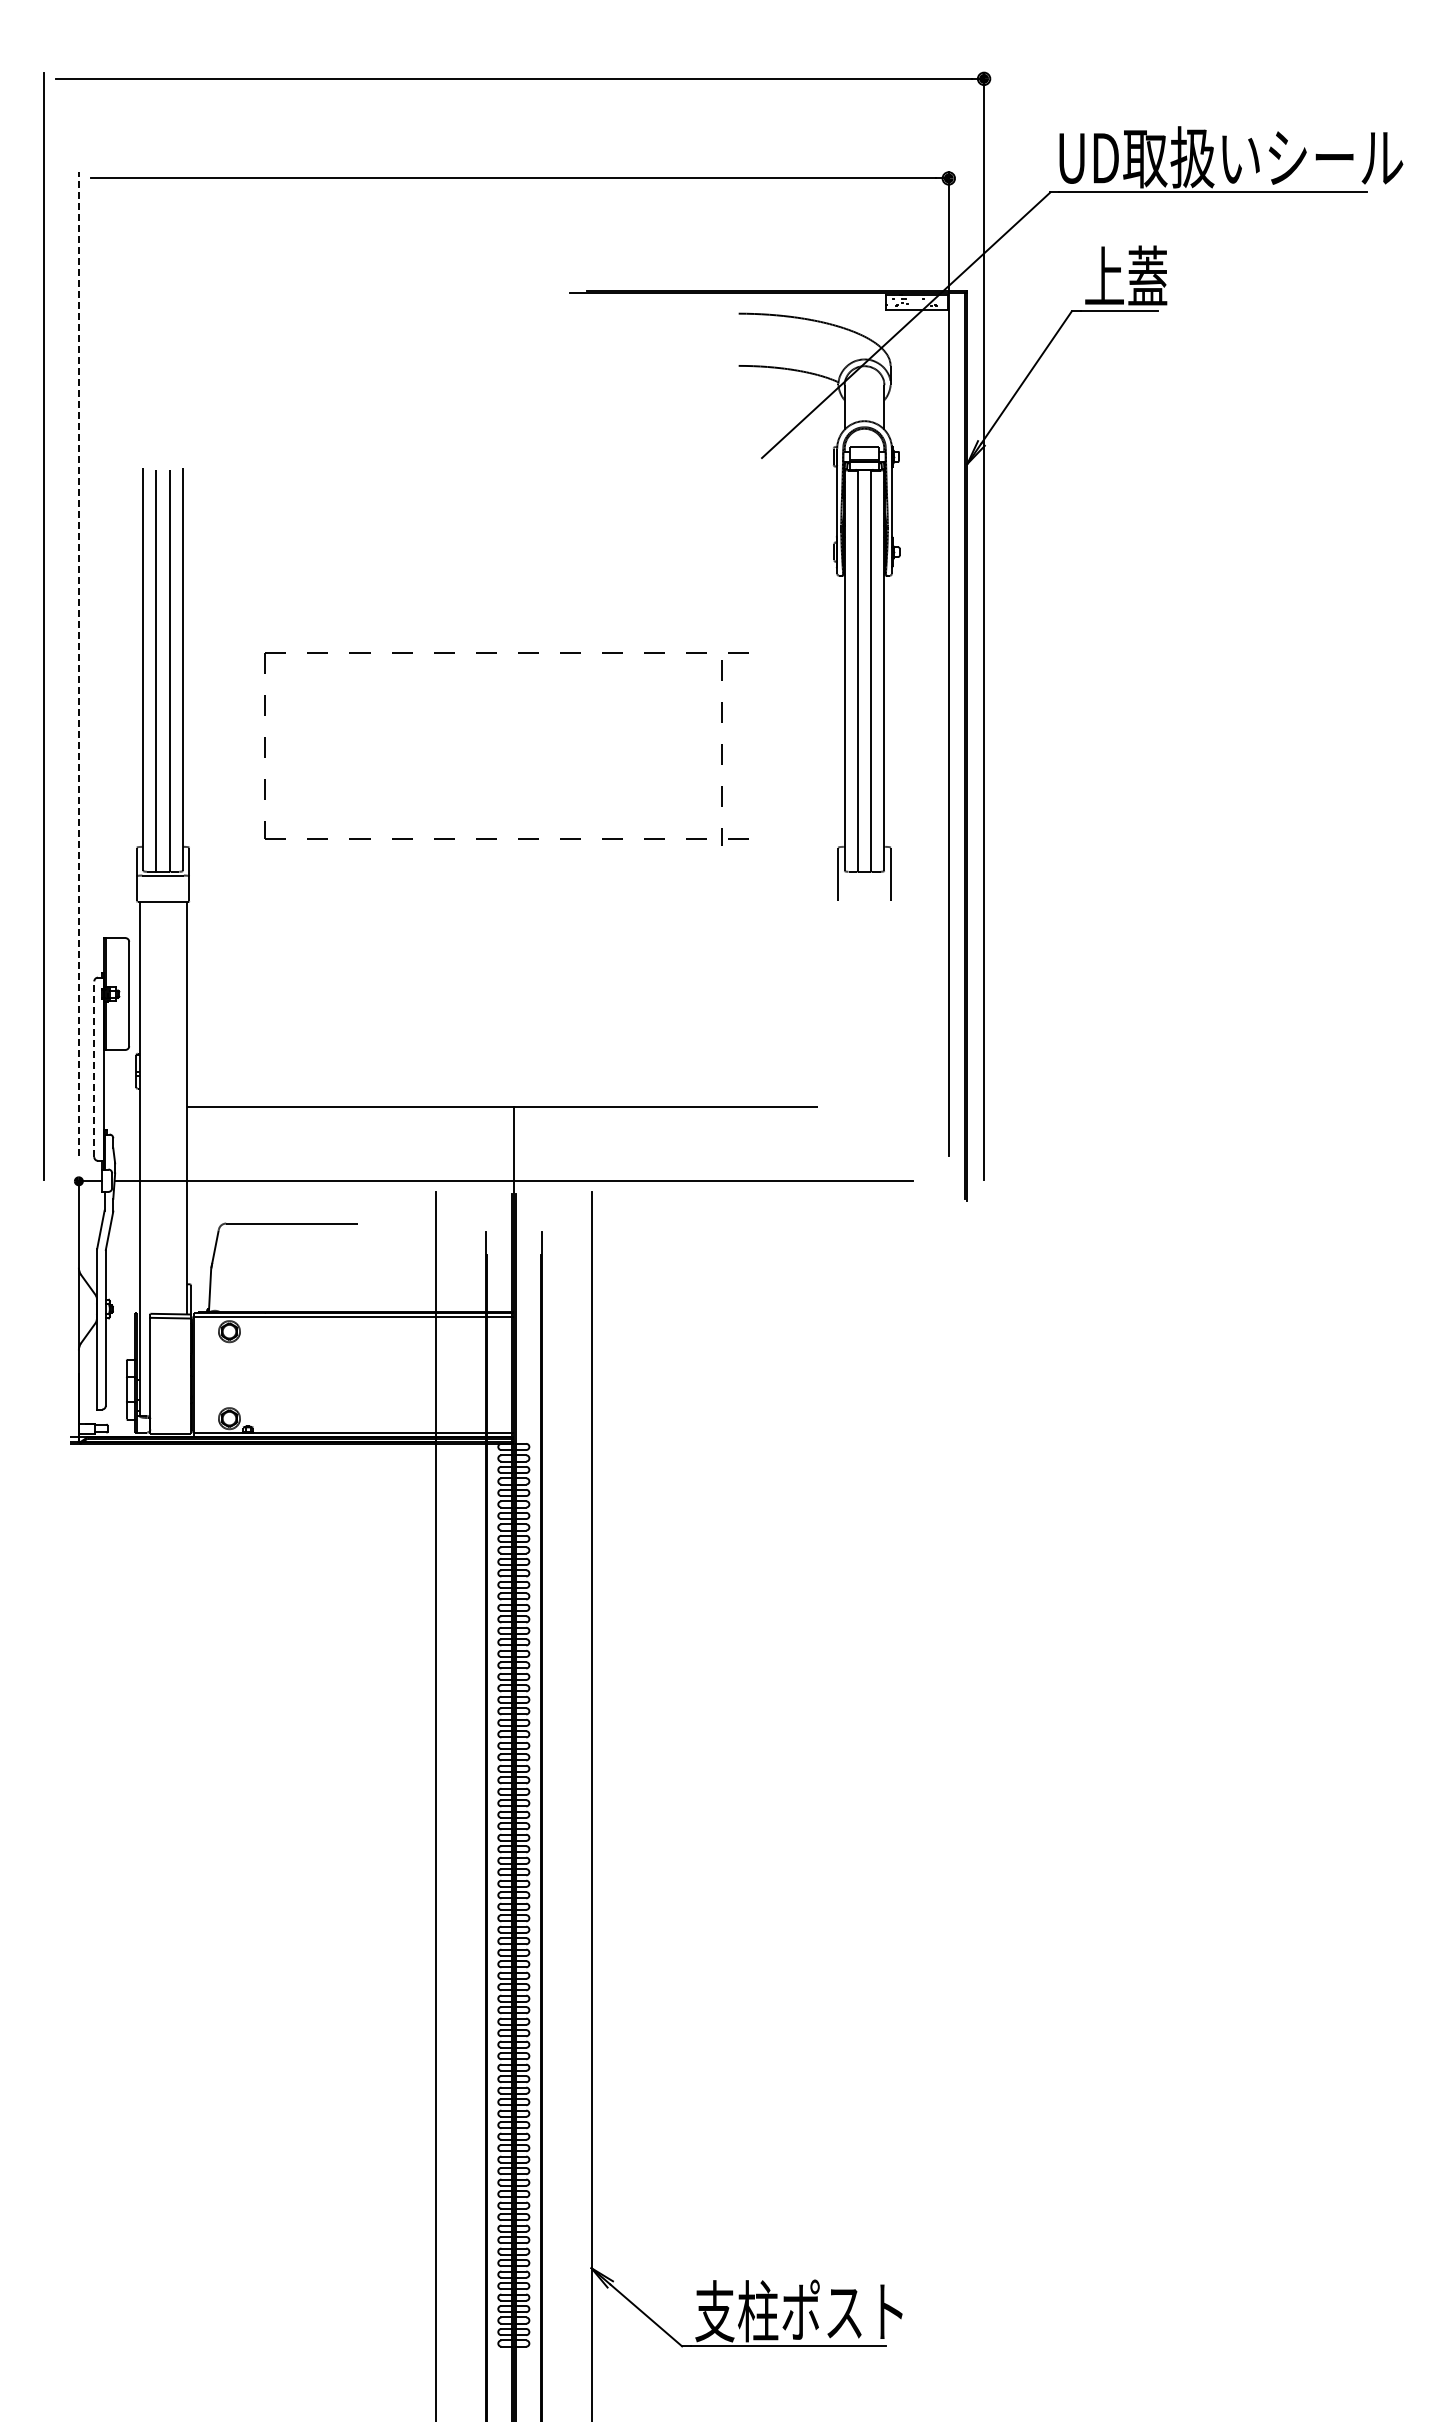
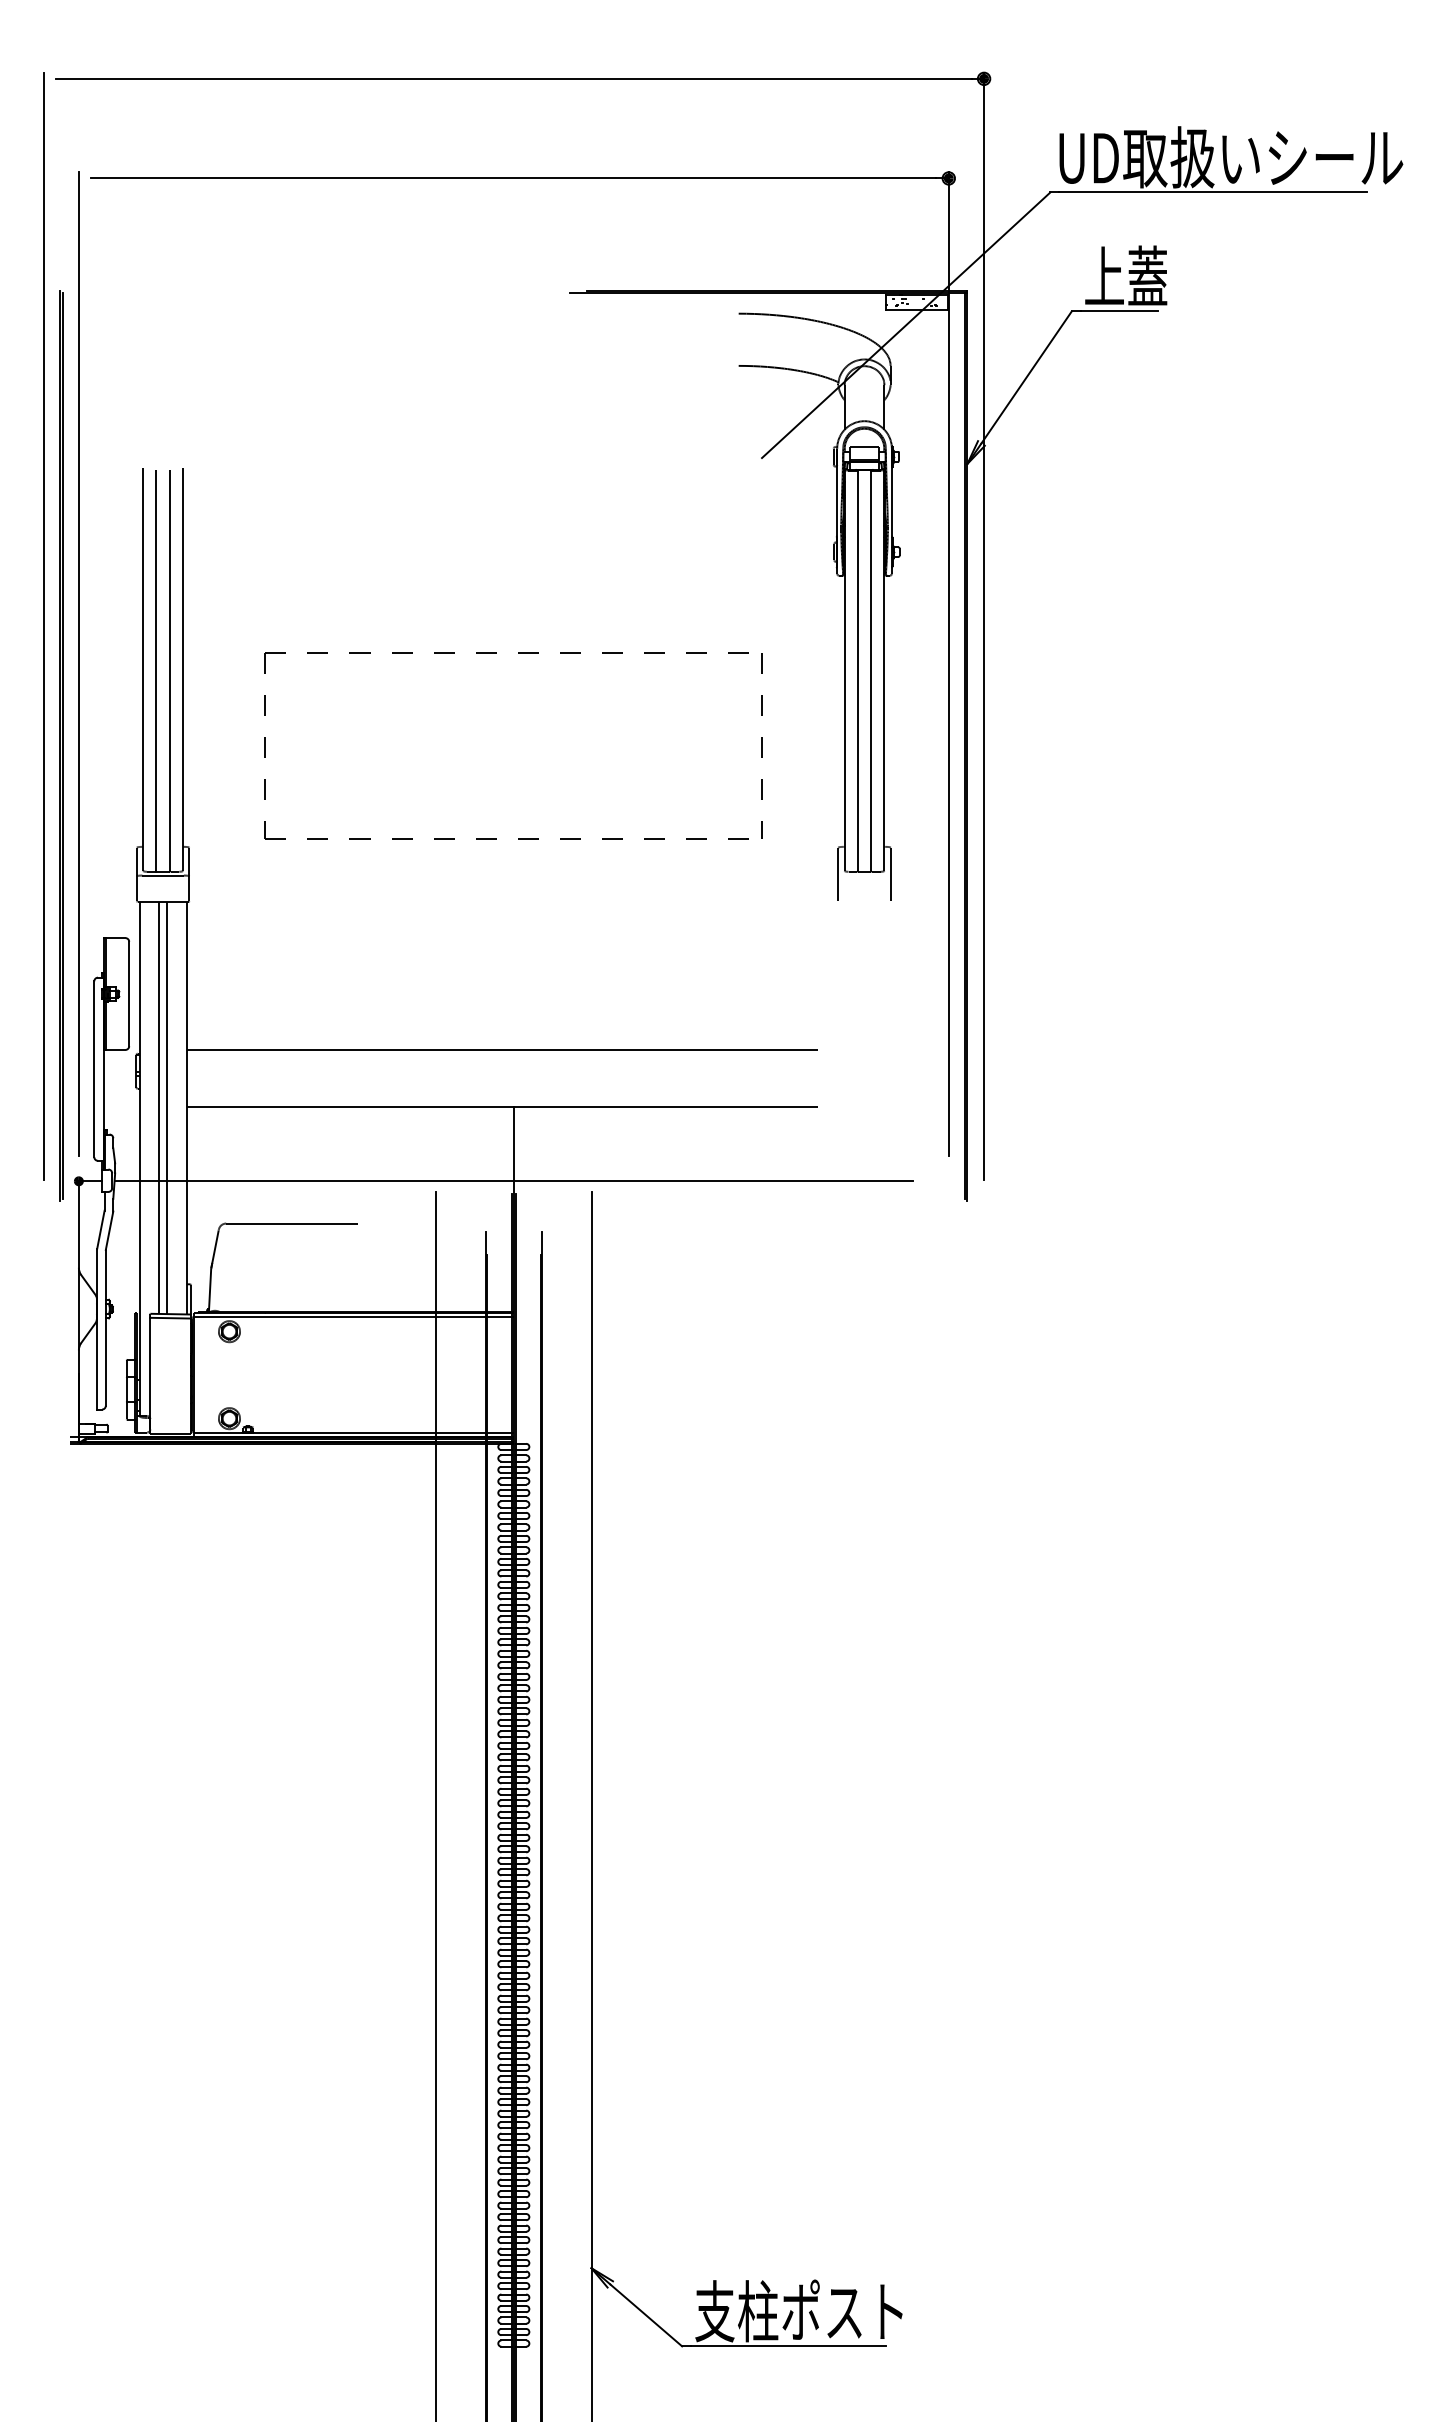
line at (78, 663): dashed -> solid
line at (60, 745): none -> present
line at (721, 752) position: (721, 752) -> (761, 745)
line at (513, 1049): none -> present
line at (94, 1069): dashed -> solid
line at (159, 1107): none -> present
line at (166, 1107): none -> present
